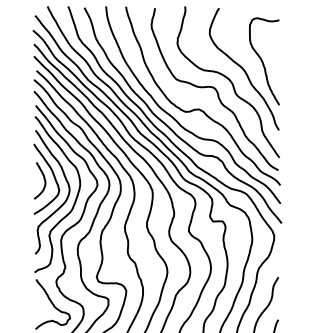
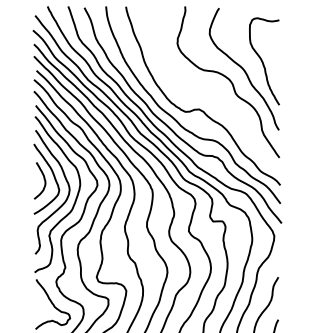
curve at (214, 89): present -> none
